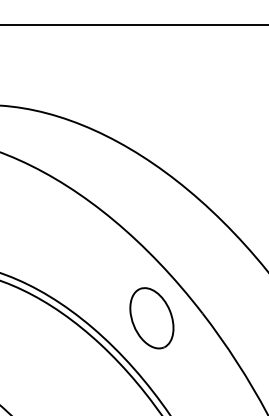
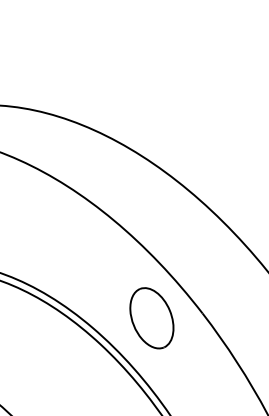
line at (133, 24): present -> none
